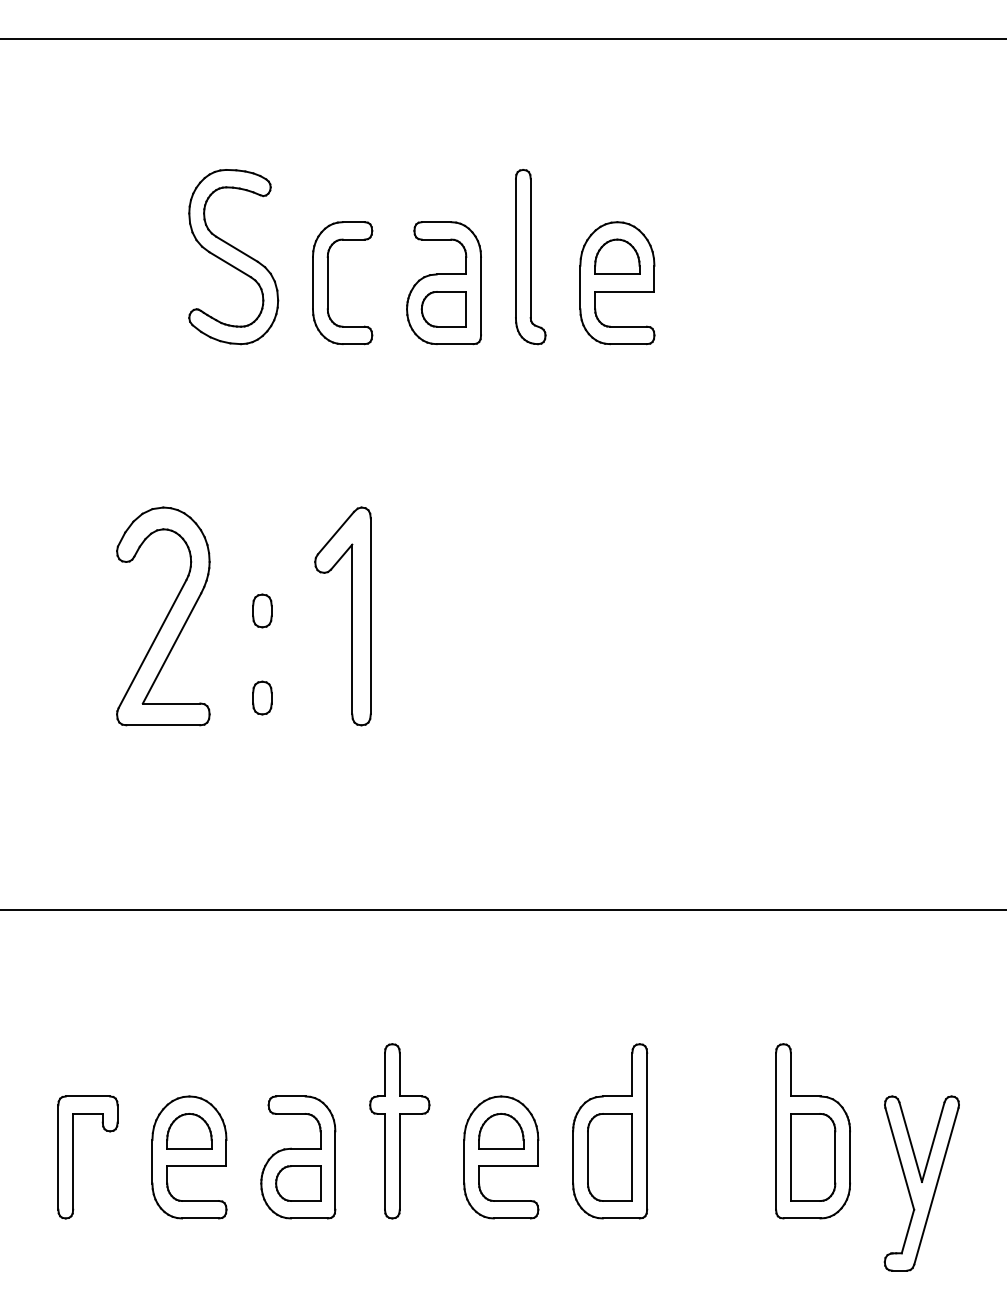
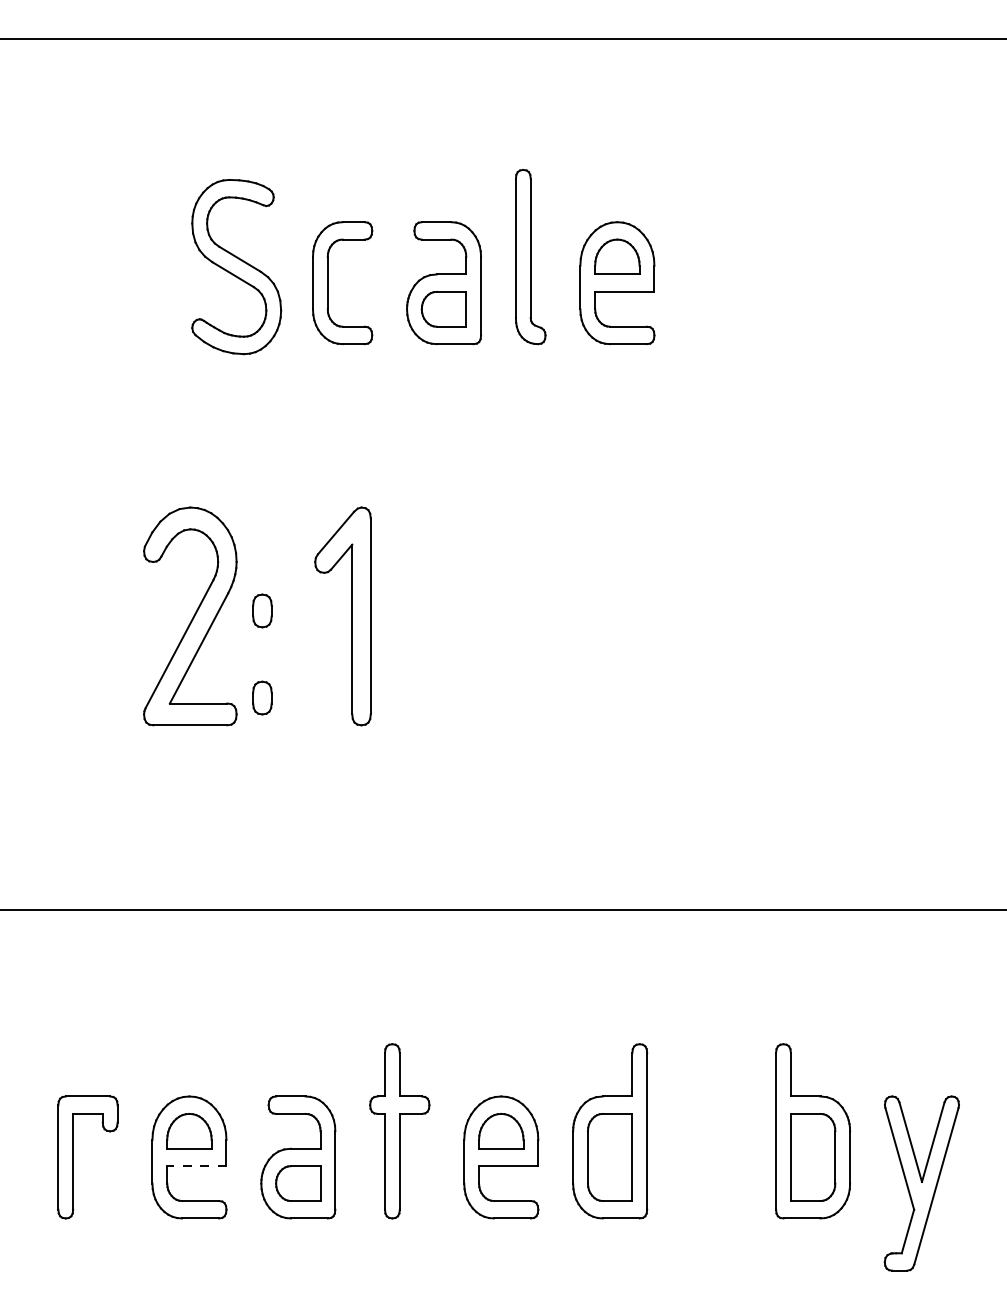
part at (233, 257) position: (233, 257) -> (236, 267)
part at (163, 616) position: (163, 616) -> (190, 616)
line at (196, 1166): solid -> dashed
